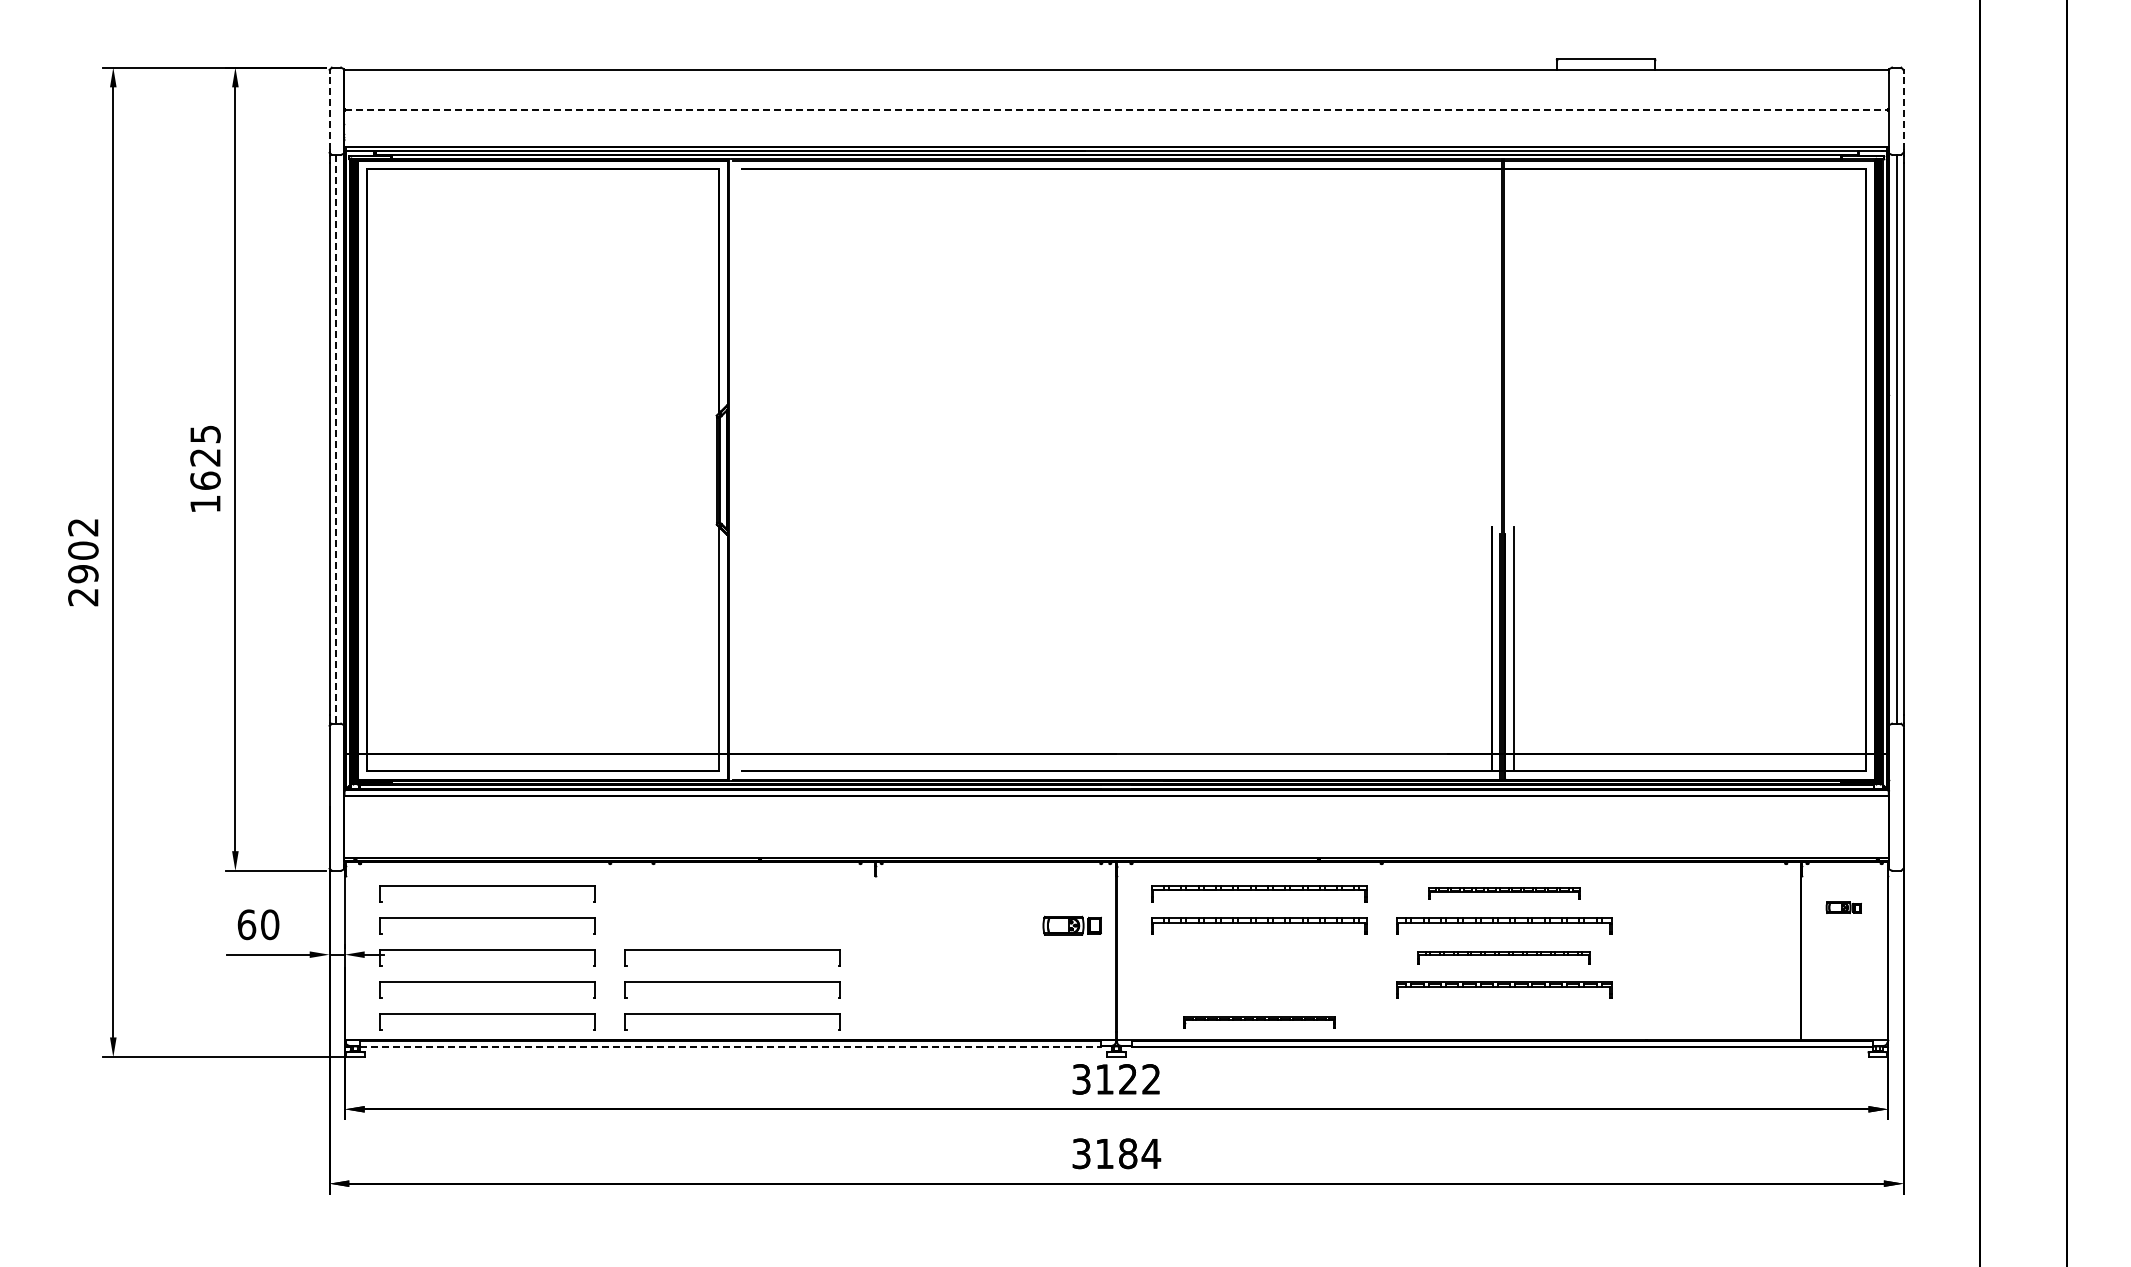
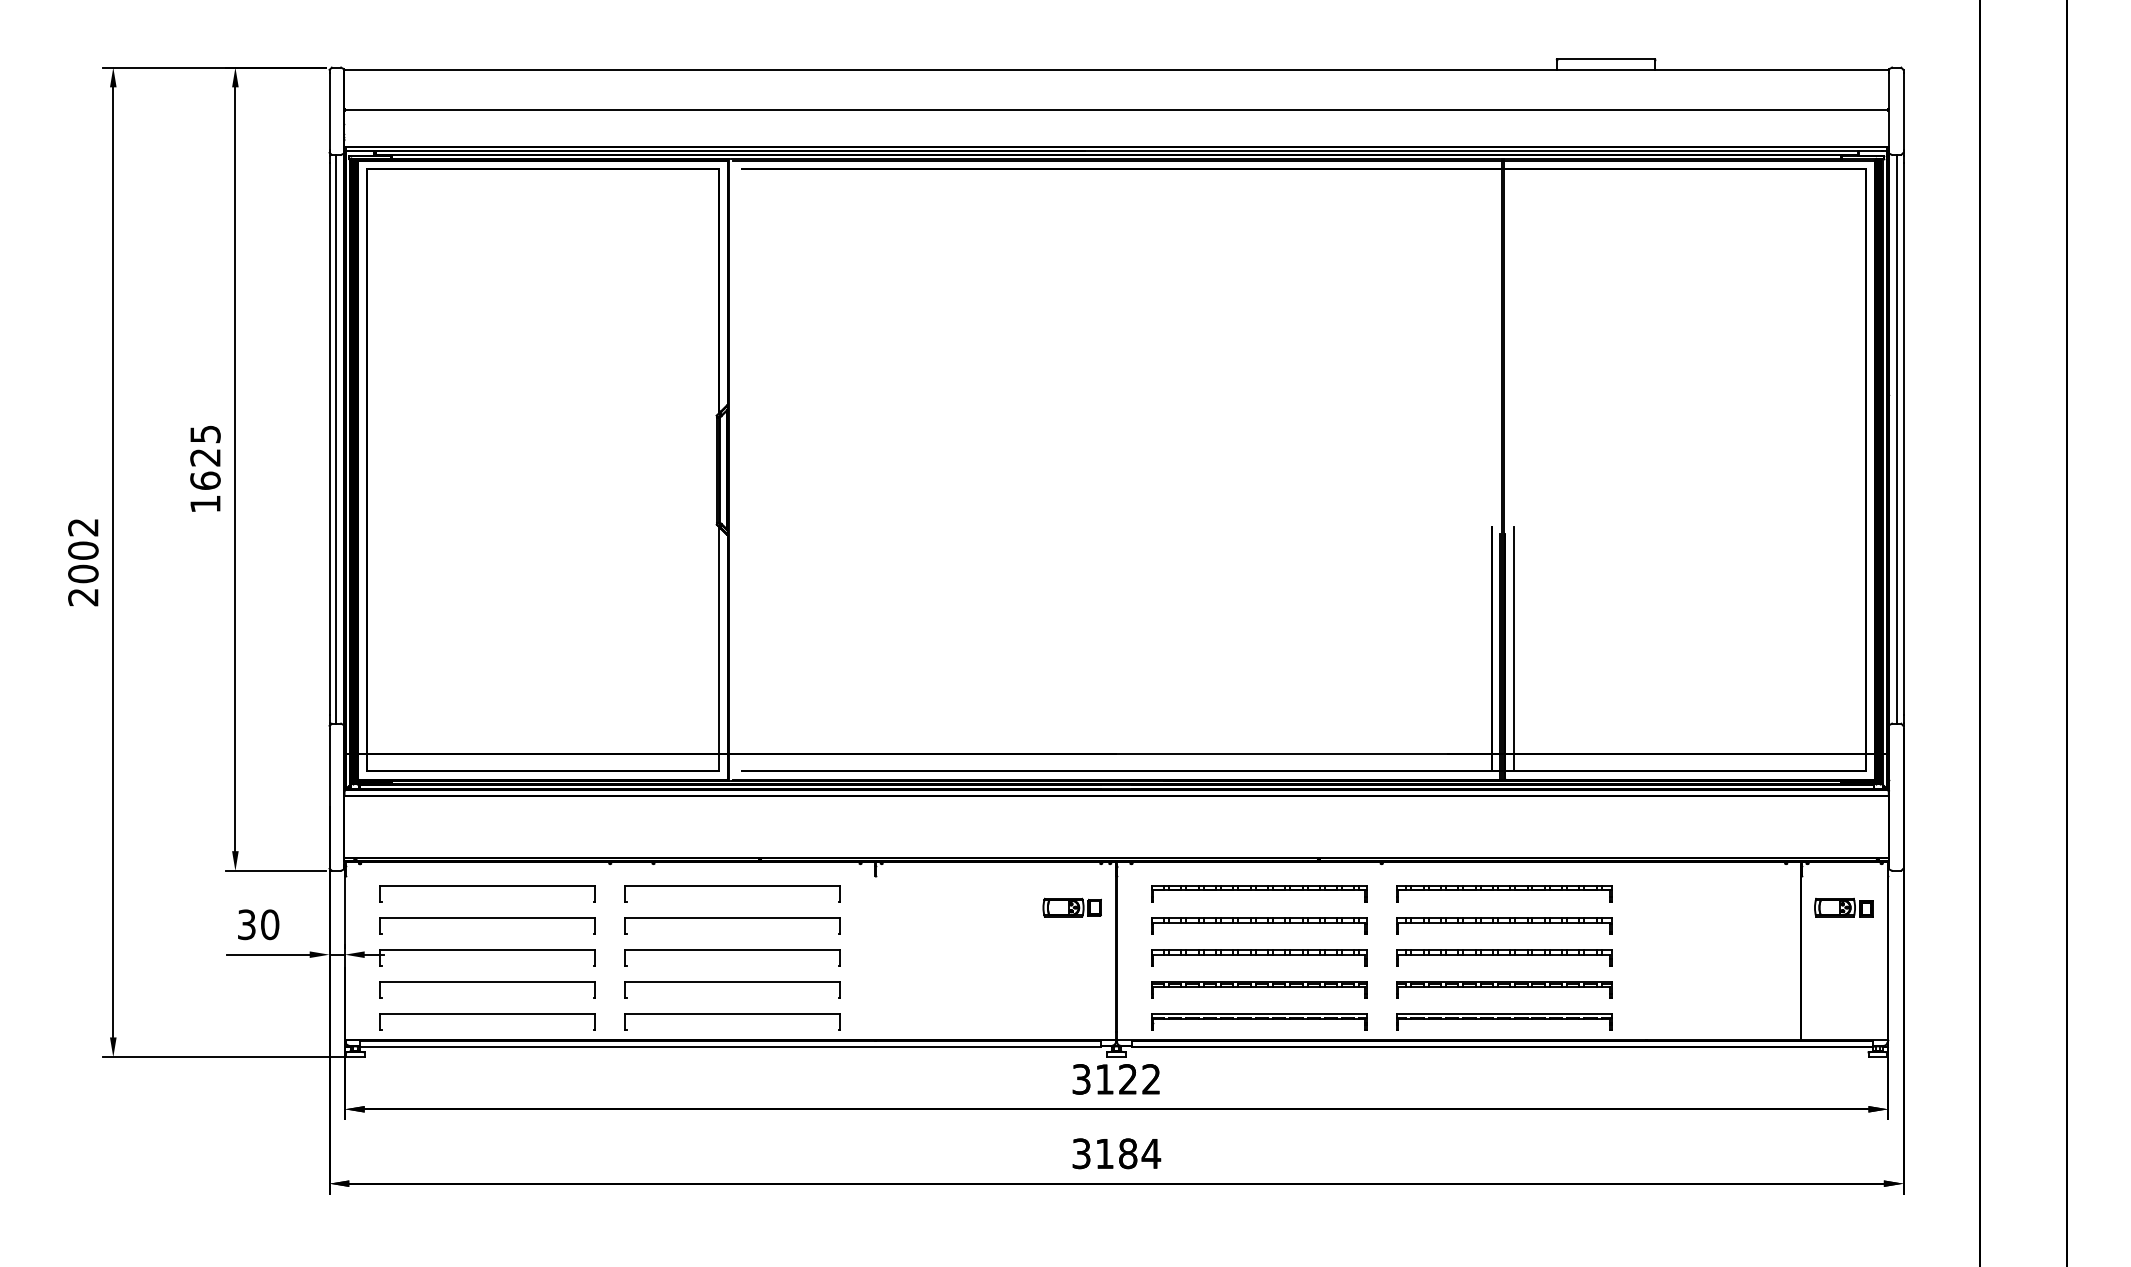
line at (1116, 109): dashed -> solid
line at (329, 111): dashed -> solid
line at (1903, 111): dashed -> solid
line at (336, 439): dashed -> solid
text at (83, 573): 2902 -> 2002
part at (732, 886): none -> present
part at (1504, 893) size: 153x13 px -> 217x18 px
part at (1843, 907) size: 37x13 px -> 60x21 px
part at (732, 918): none -> present
text at (246, 924): 60 -> 30
part at (1071, 925) position: (1071, 925) -> (1071, 907)
part at (1259, 957): none -> present
part at (1503, 957) size: 174x14 px -> 217x18 px
part at (1259, 989): none -> present
part at (1504, 1021): none -> present
part at (1259, 1022) size: 153x13 px -> 217x18 px
line at (730, 1046): dashed -> solid
